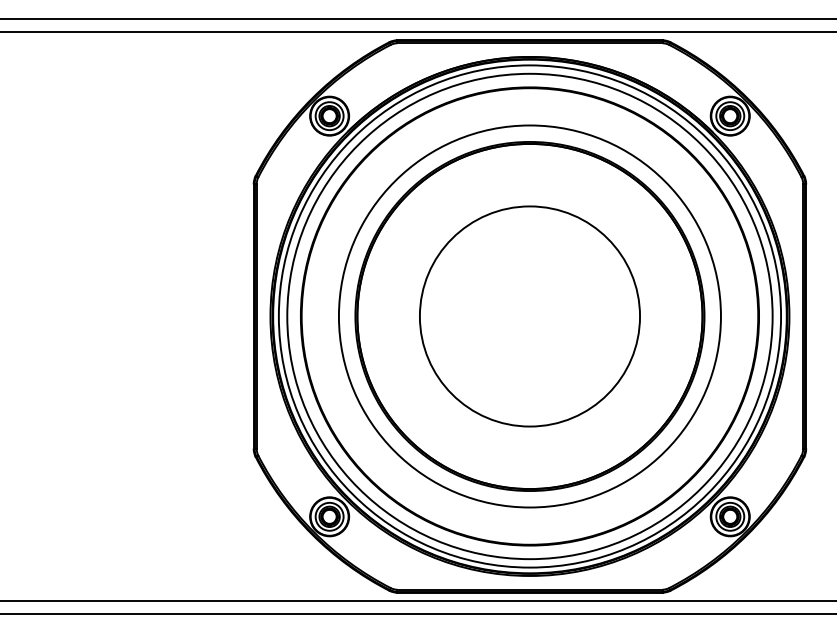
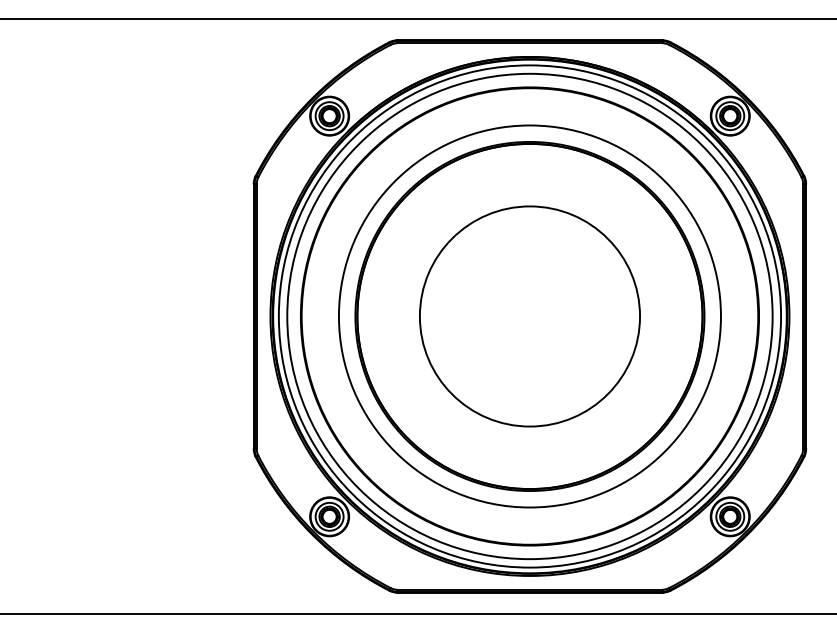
line at (417, 31): present -> none
line at (417, 601): present -> none
